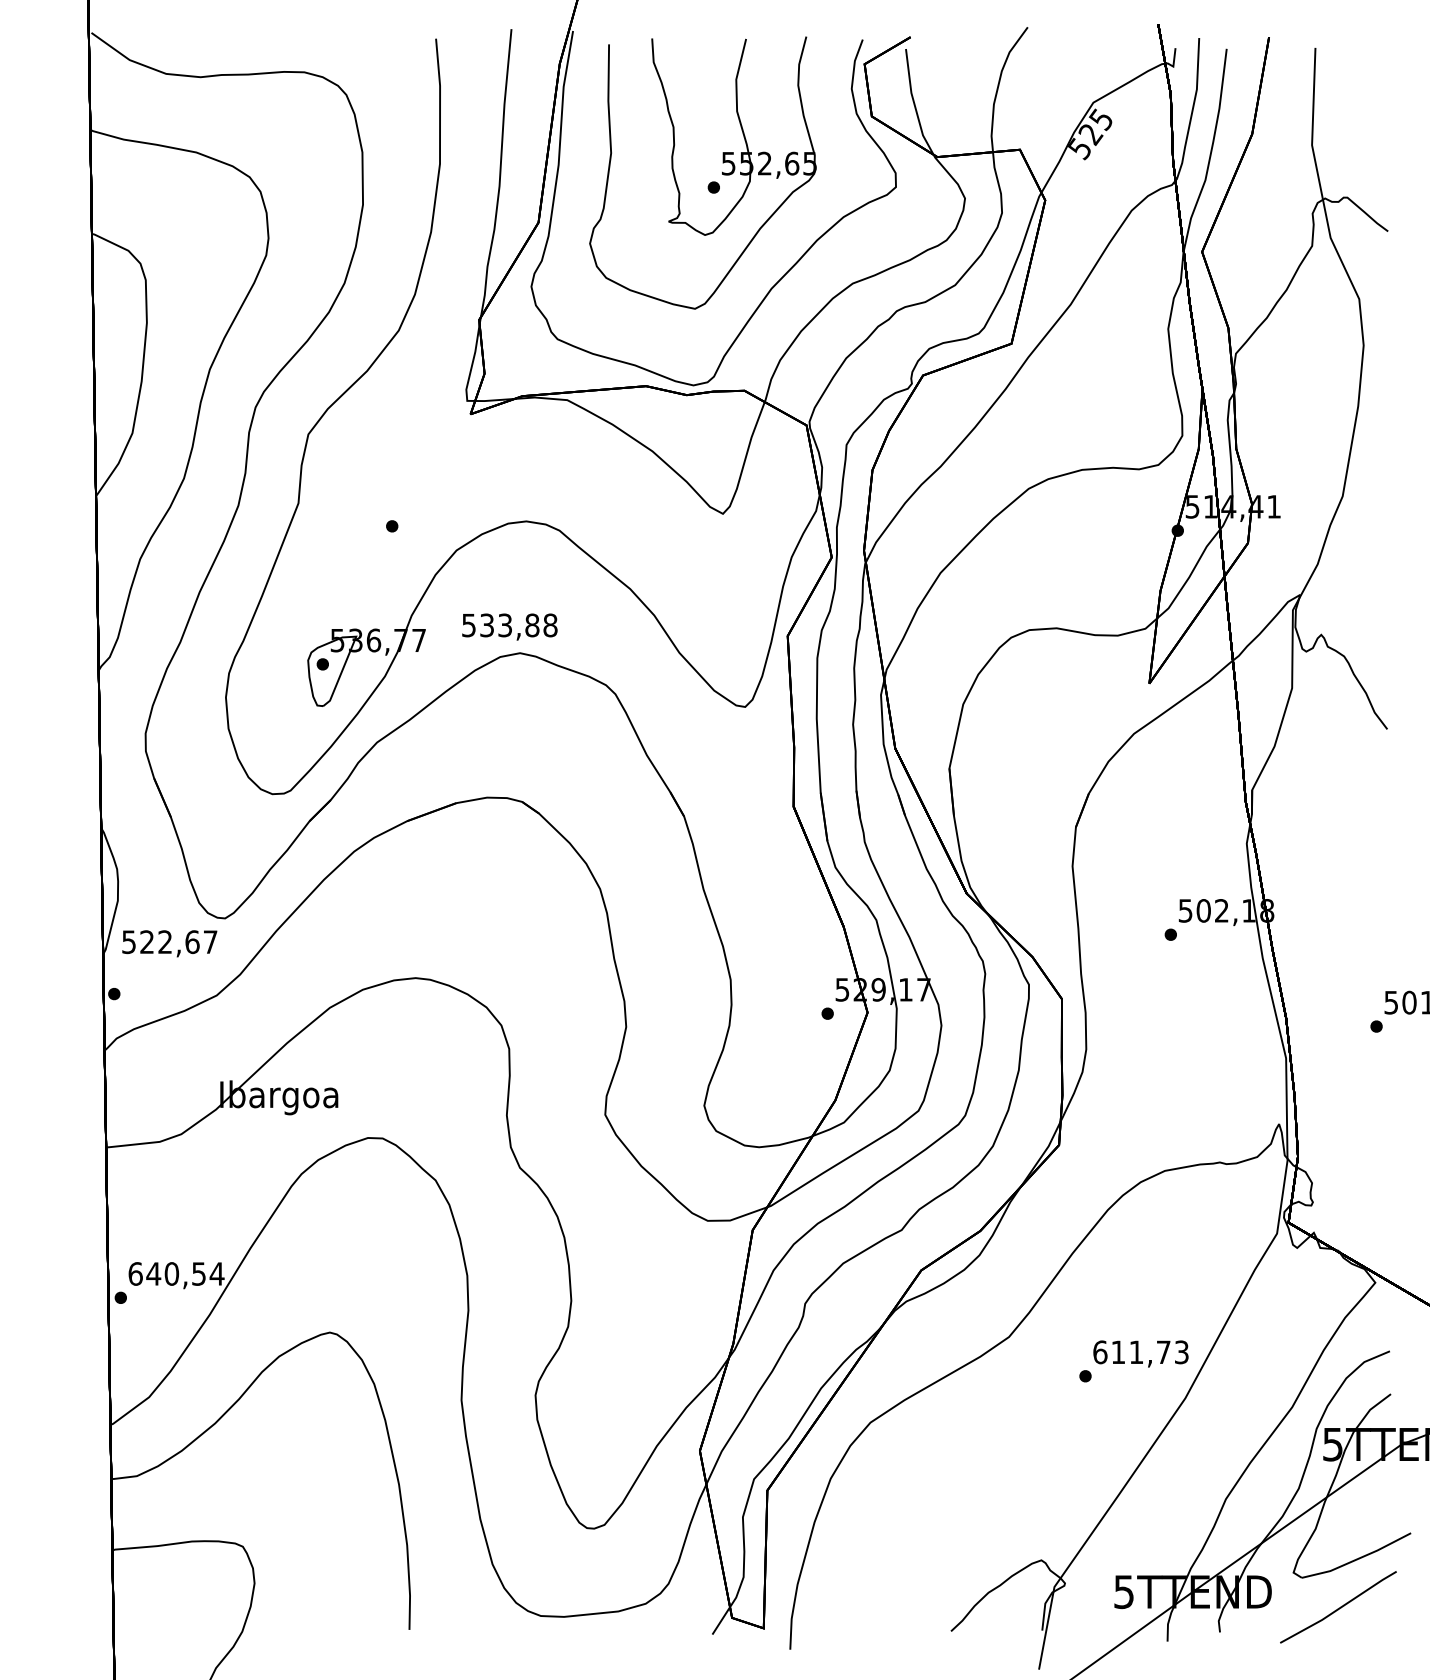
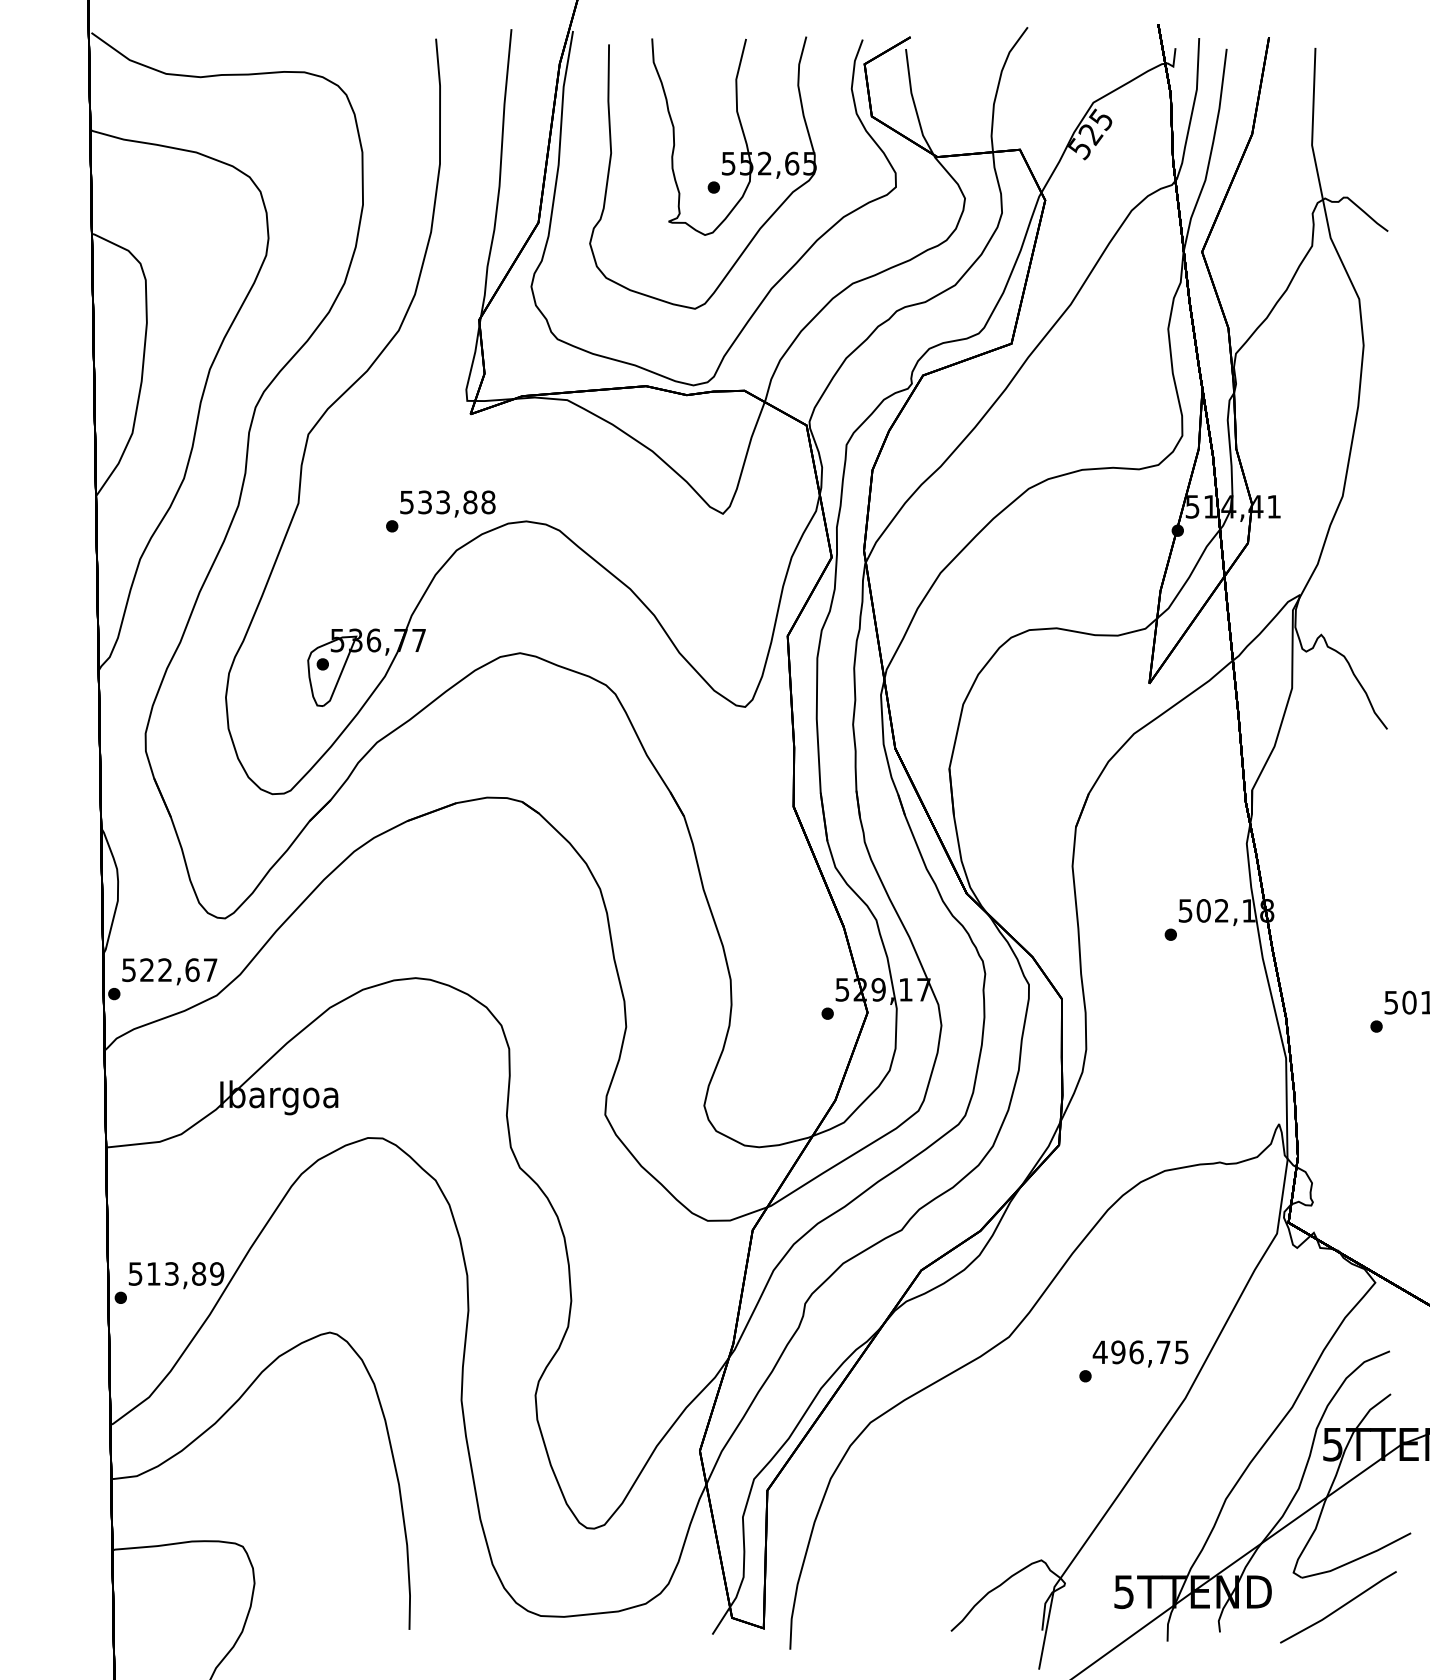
text at (509, 626) position: (509, 626) -> (447, 503)
text at (169, 943) position: (169, 943) -> (169, 971)
text at (176, 1273): 640,54 -> 513,89
text at (1140, 1352): 611,73 -> 496,75
